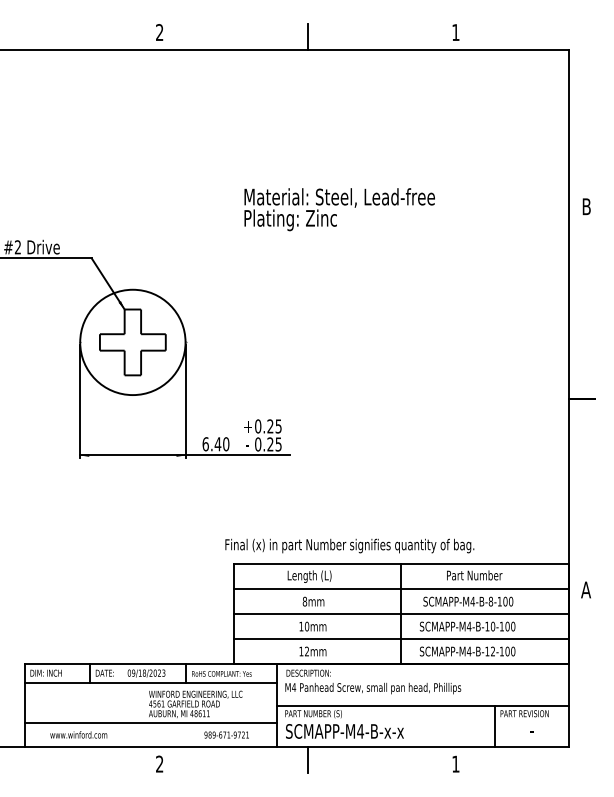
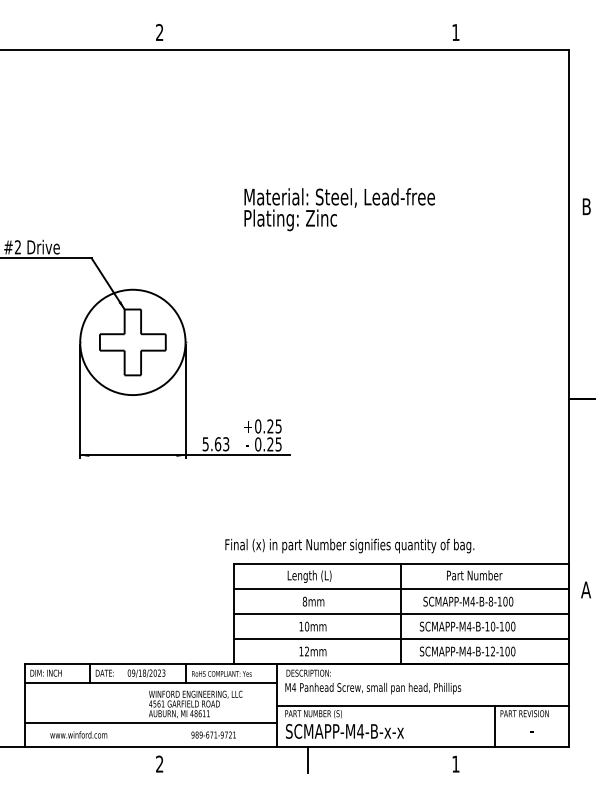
line at (308, 37): present -> none
text at (215, 444): 6.40 -> 5.63
text at (226, 734) position: (226, 734) -> (213, 734)
